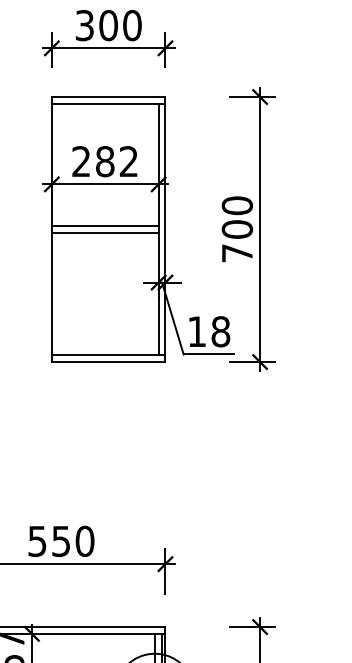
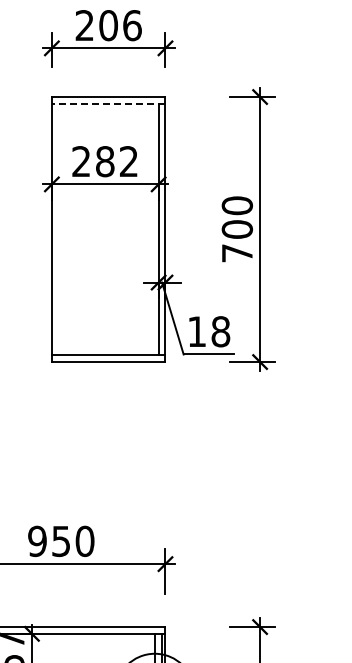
text at (108, 25): 300 -> 206
line at (108, 103): solid -> dashed
line at (104, 226): present -> none
line at (104, 232): present -> none
text at (37, 540): 550 -> 950
